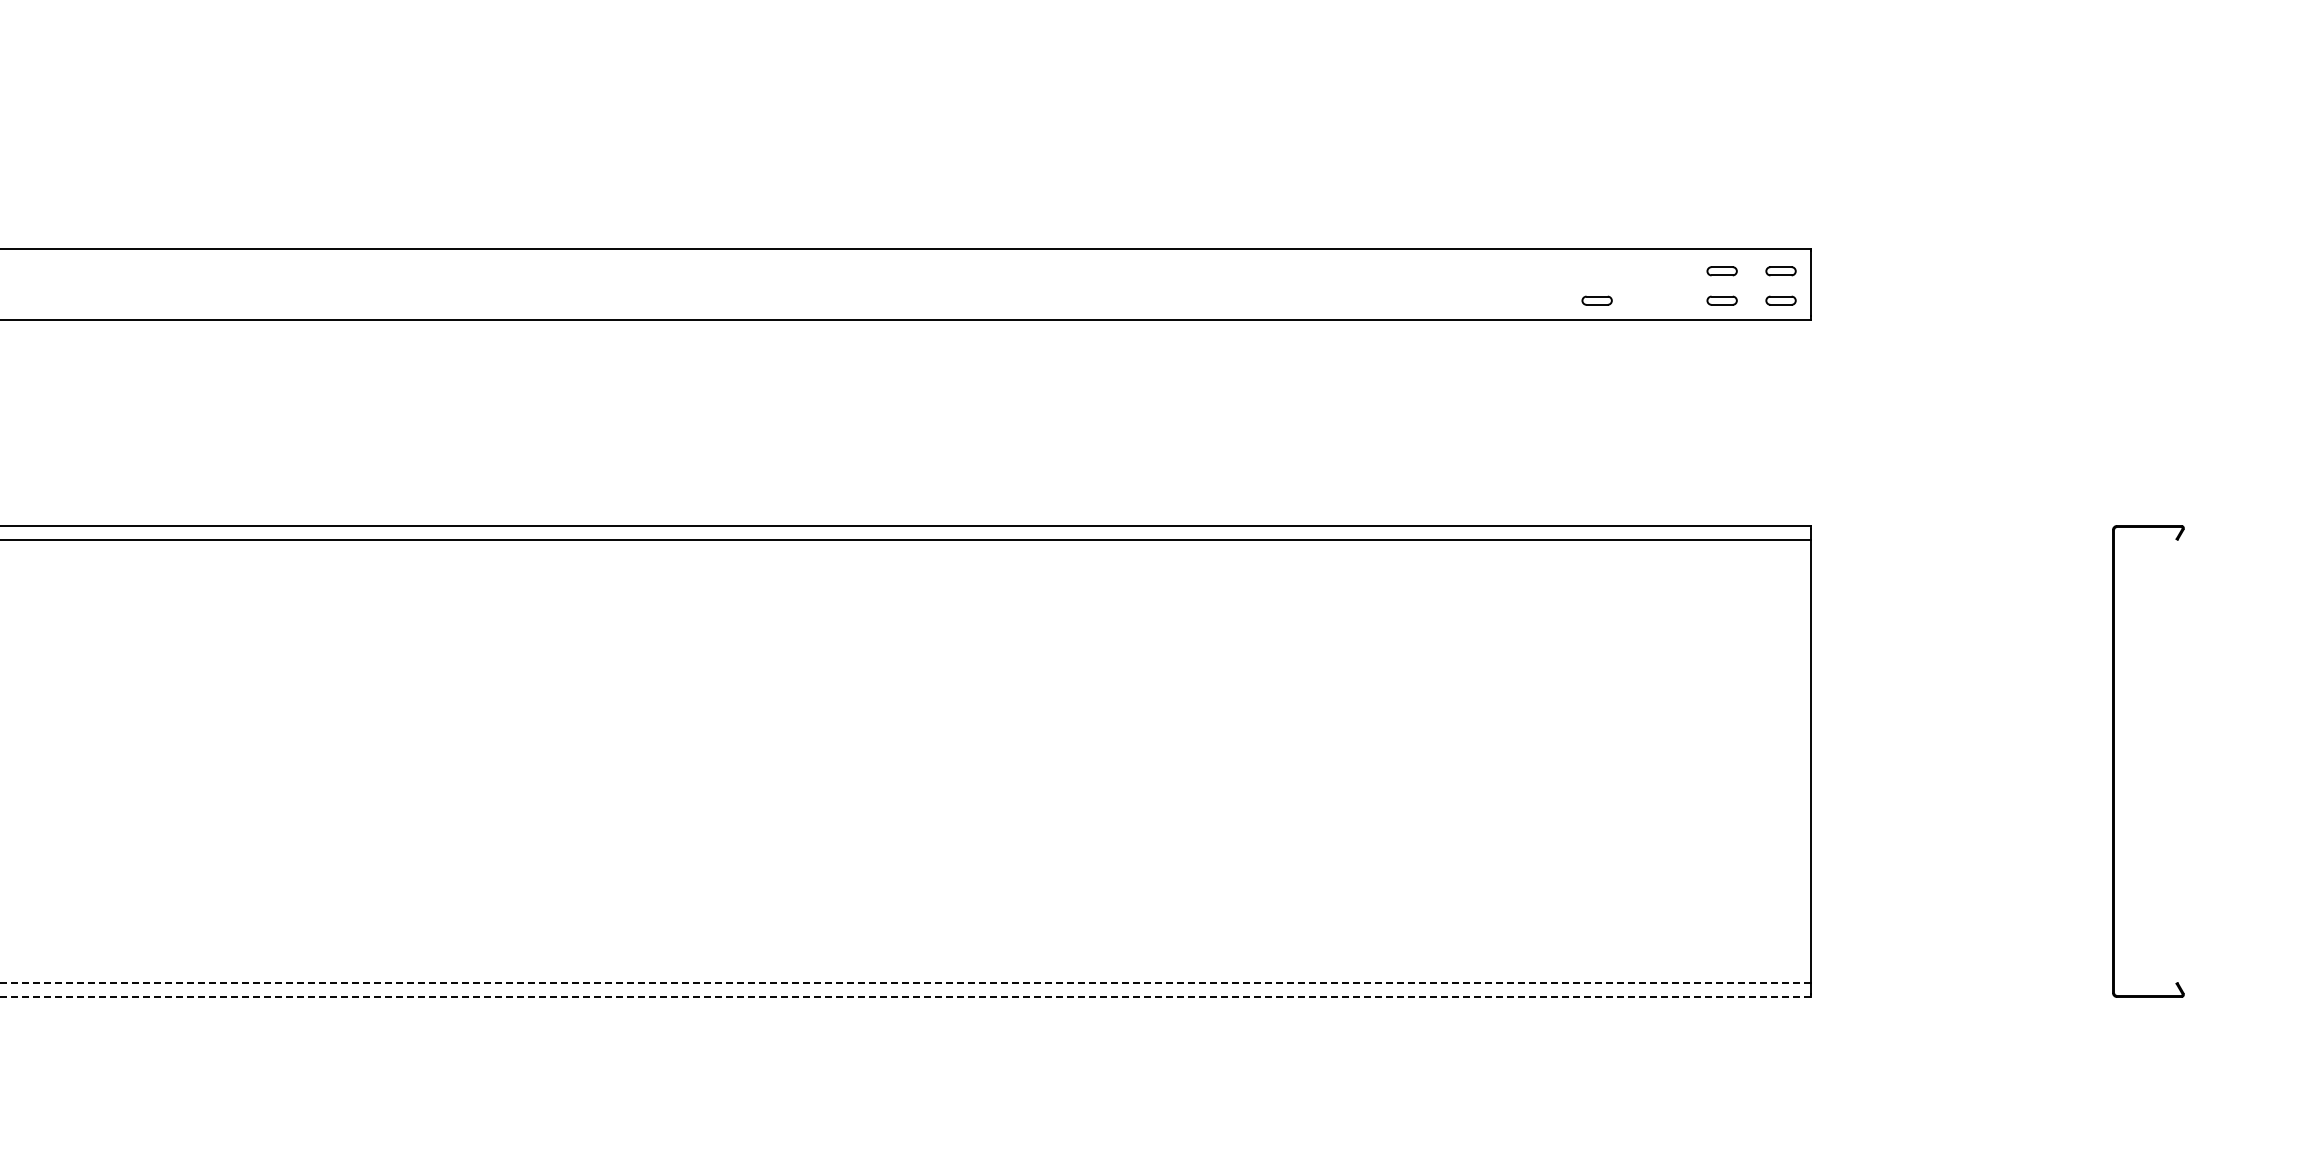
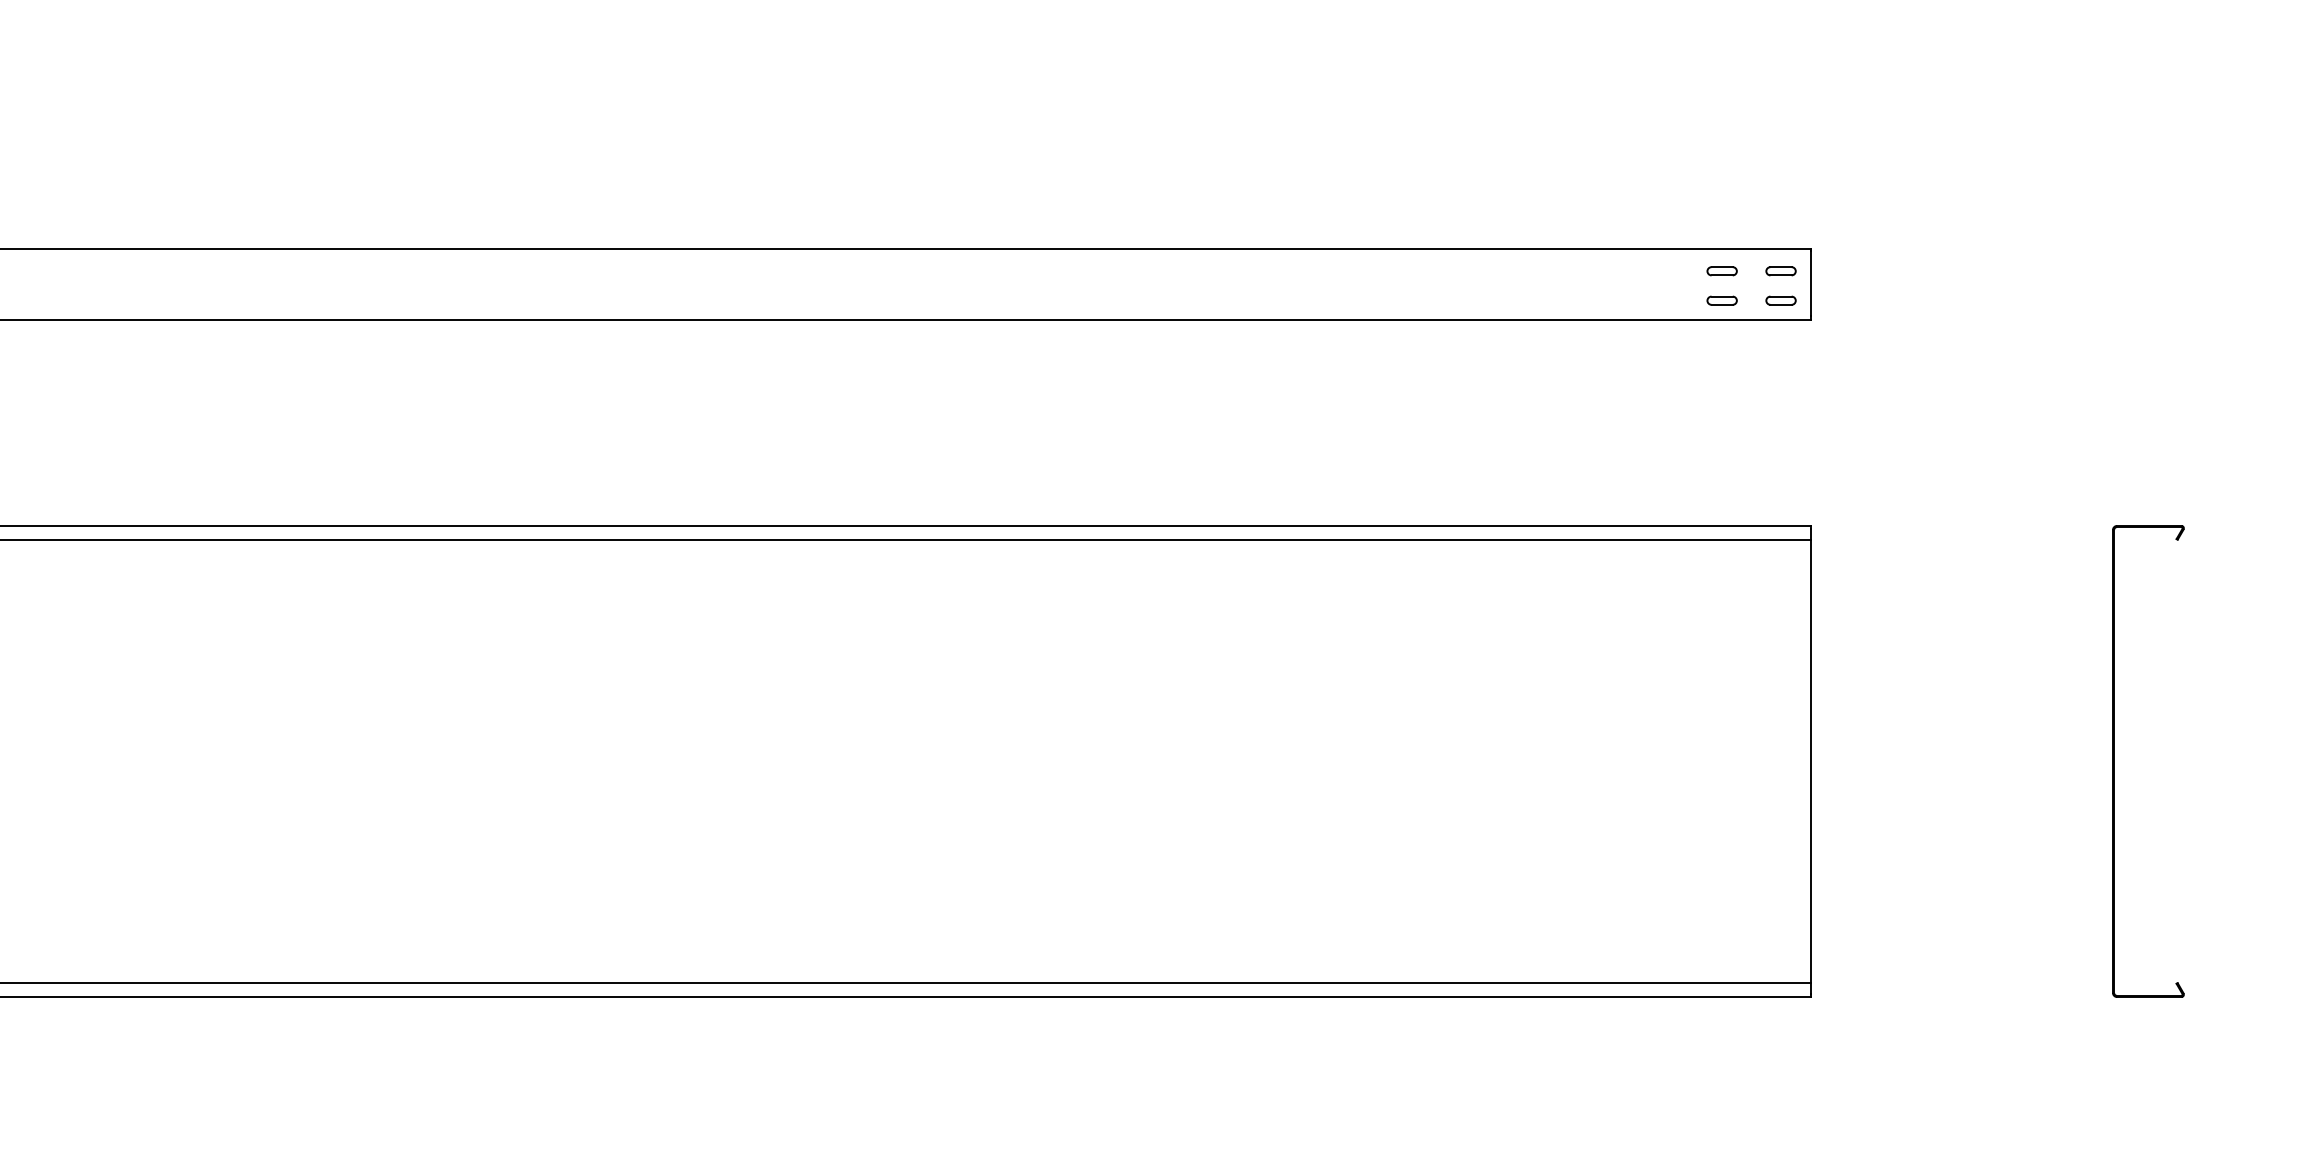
part at (1596, 300): present -> none
line at (905, 983): dashed -> solid
line at (905, 997): dashed -> solid
